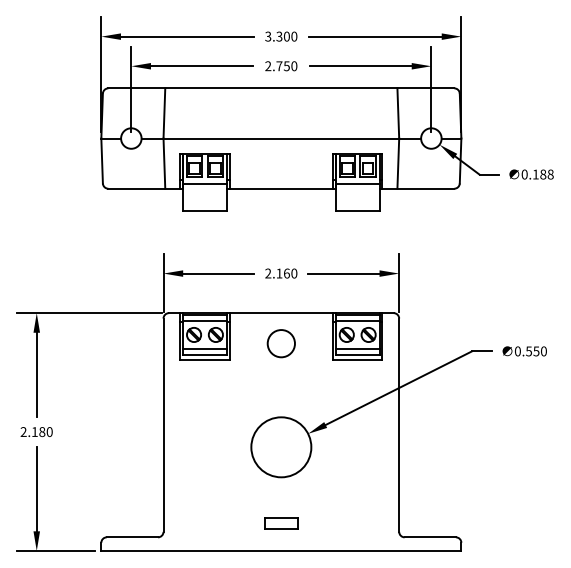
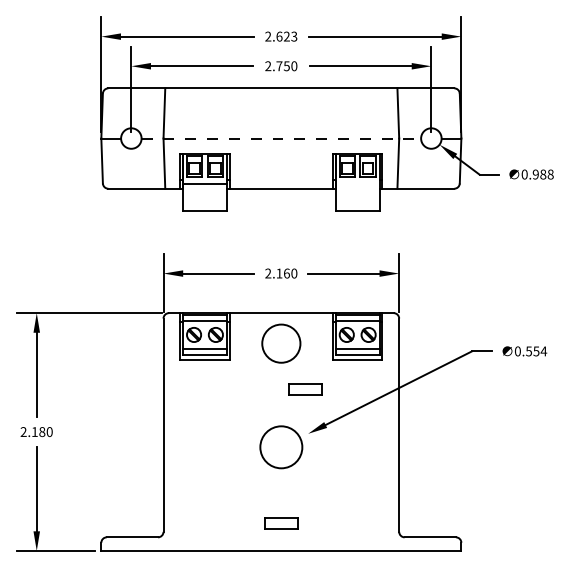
text at (281, 36): 3.300 -> 2.623
line at (281, 138): solid -> dashed
text at (535, 174): 0.188 -> 0.988
line at (357, 183): present -> none
circle at (280, 343) diameter: 27 px -> 38 px
text at (543, 351): 0.550 -> 0.554
part at (305, 389): none -> present
circle at (281, 447) diameter: 60 px -> 42 px
